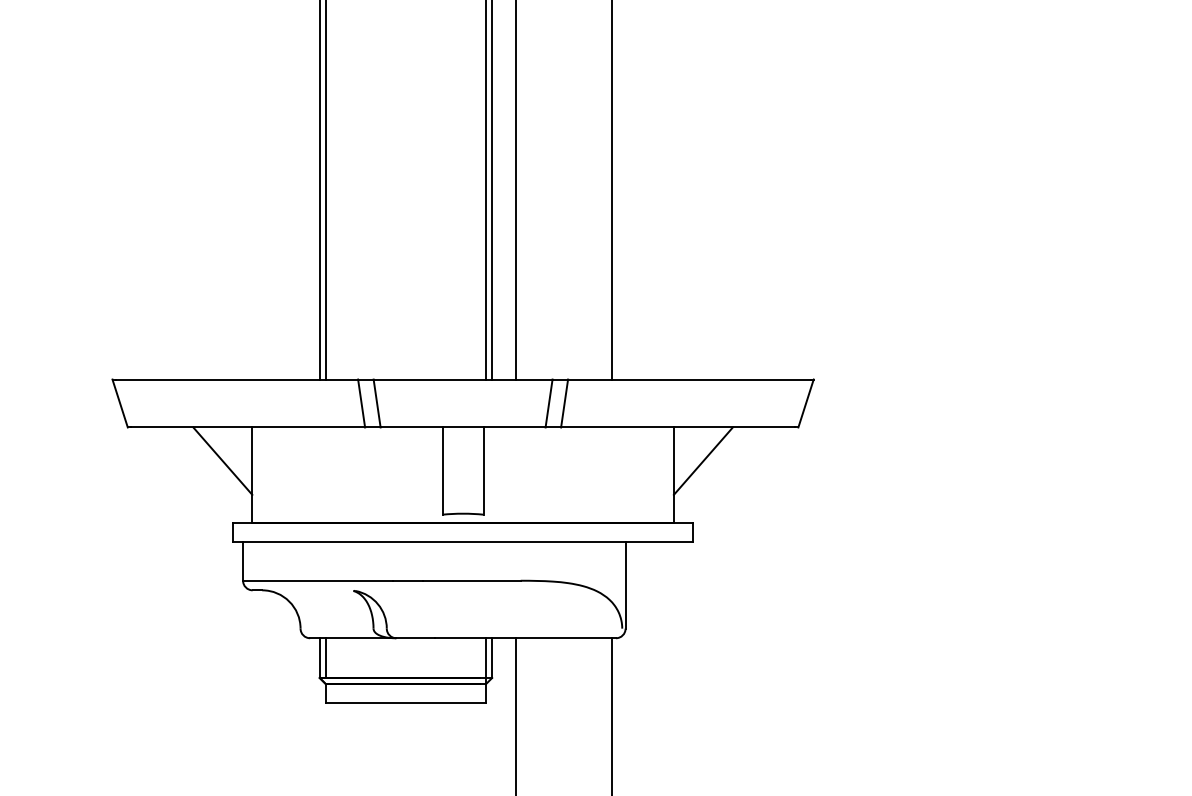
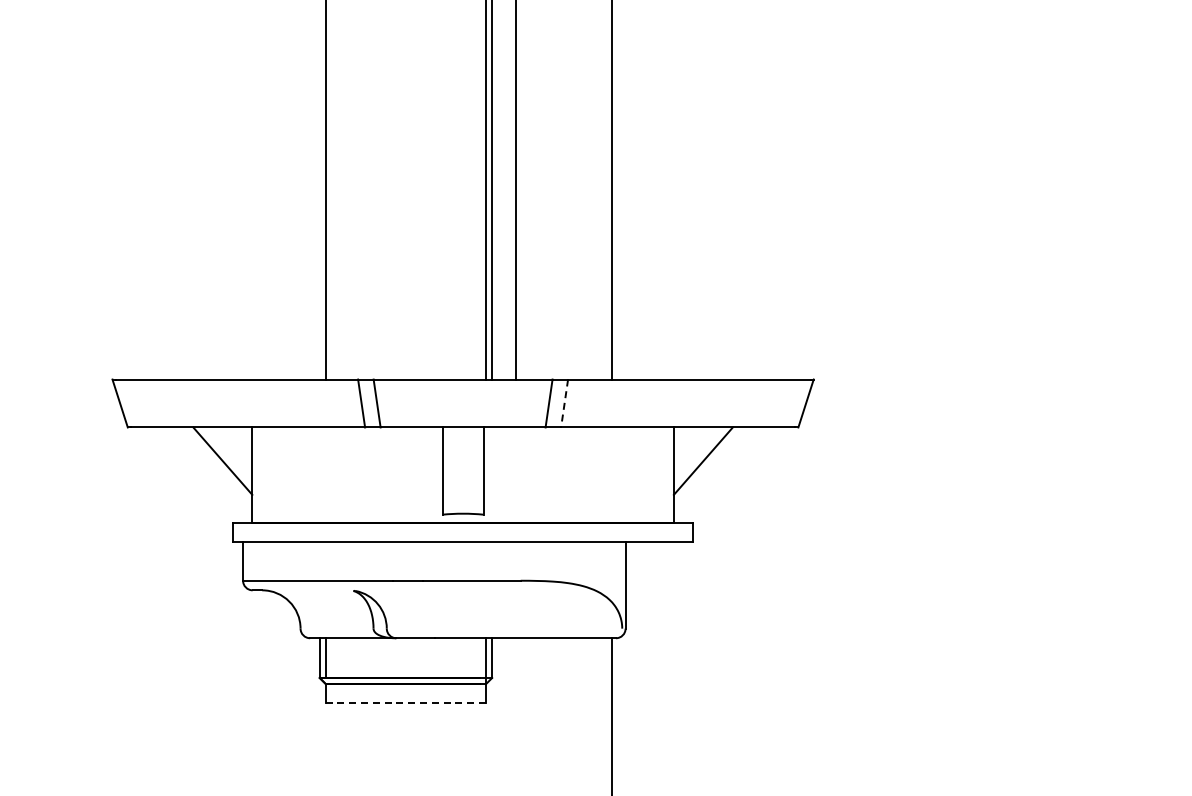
line at (319, 190): present -> none
line at (564, 403): solid -> dashed
line at (405, 703): solid -> dashed
line at (516, 715): present -> none
